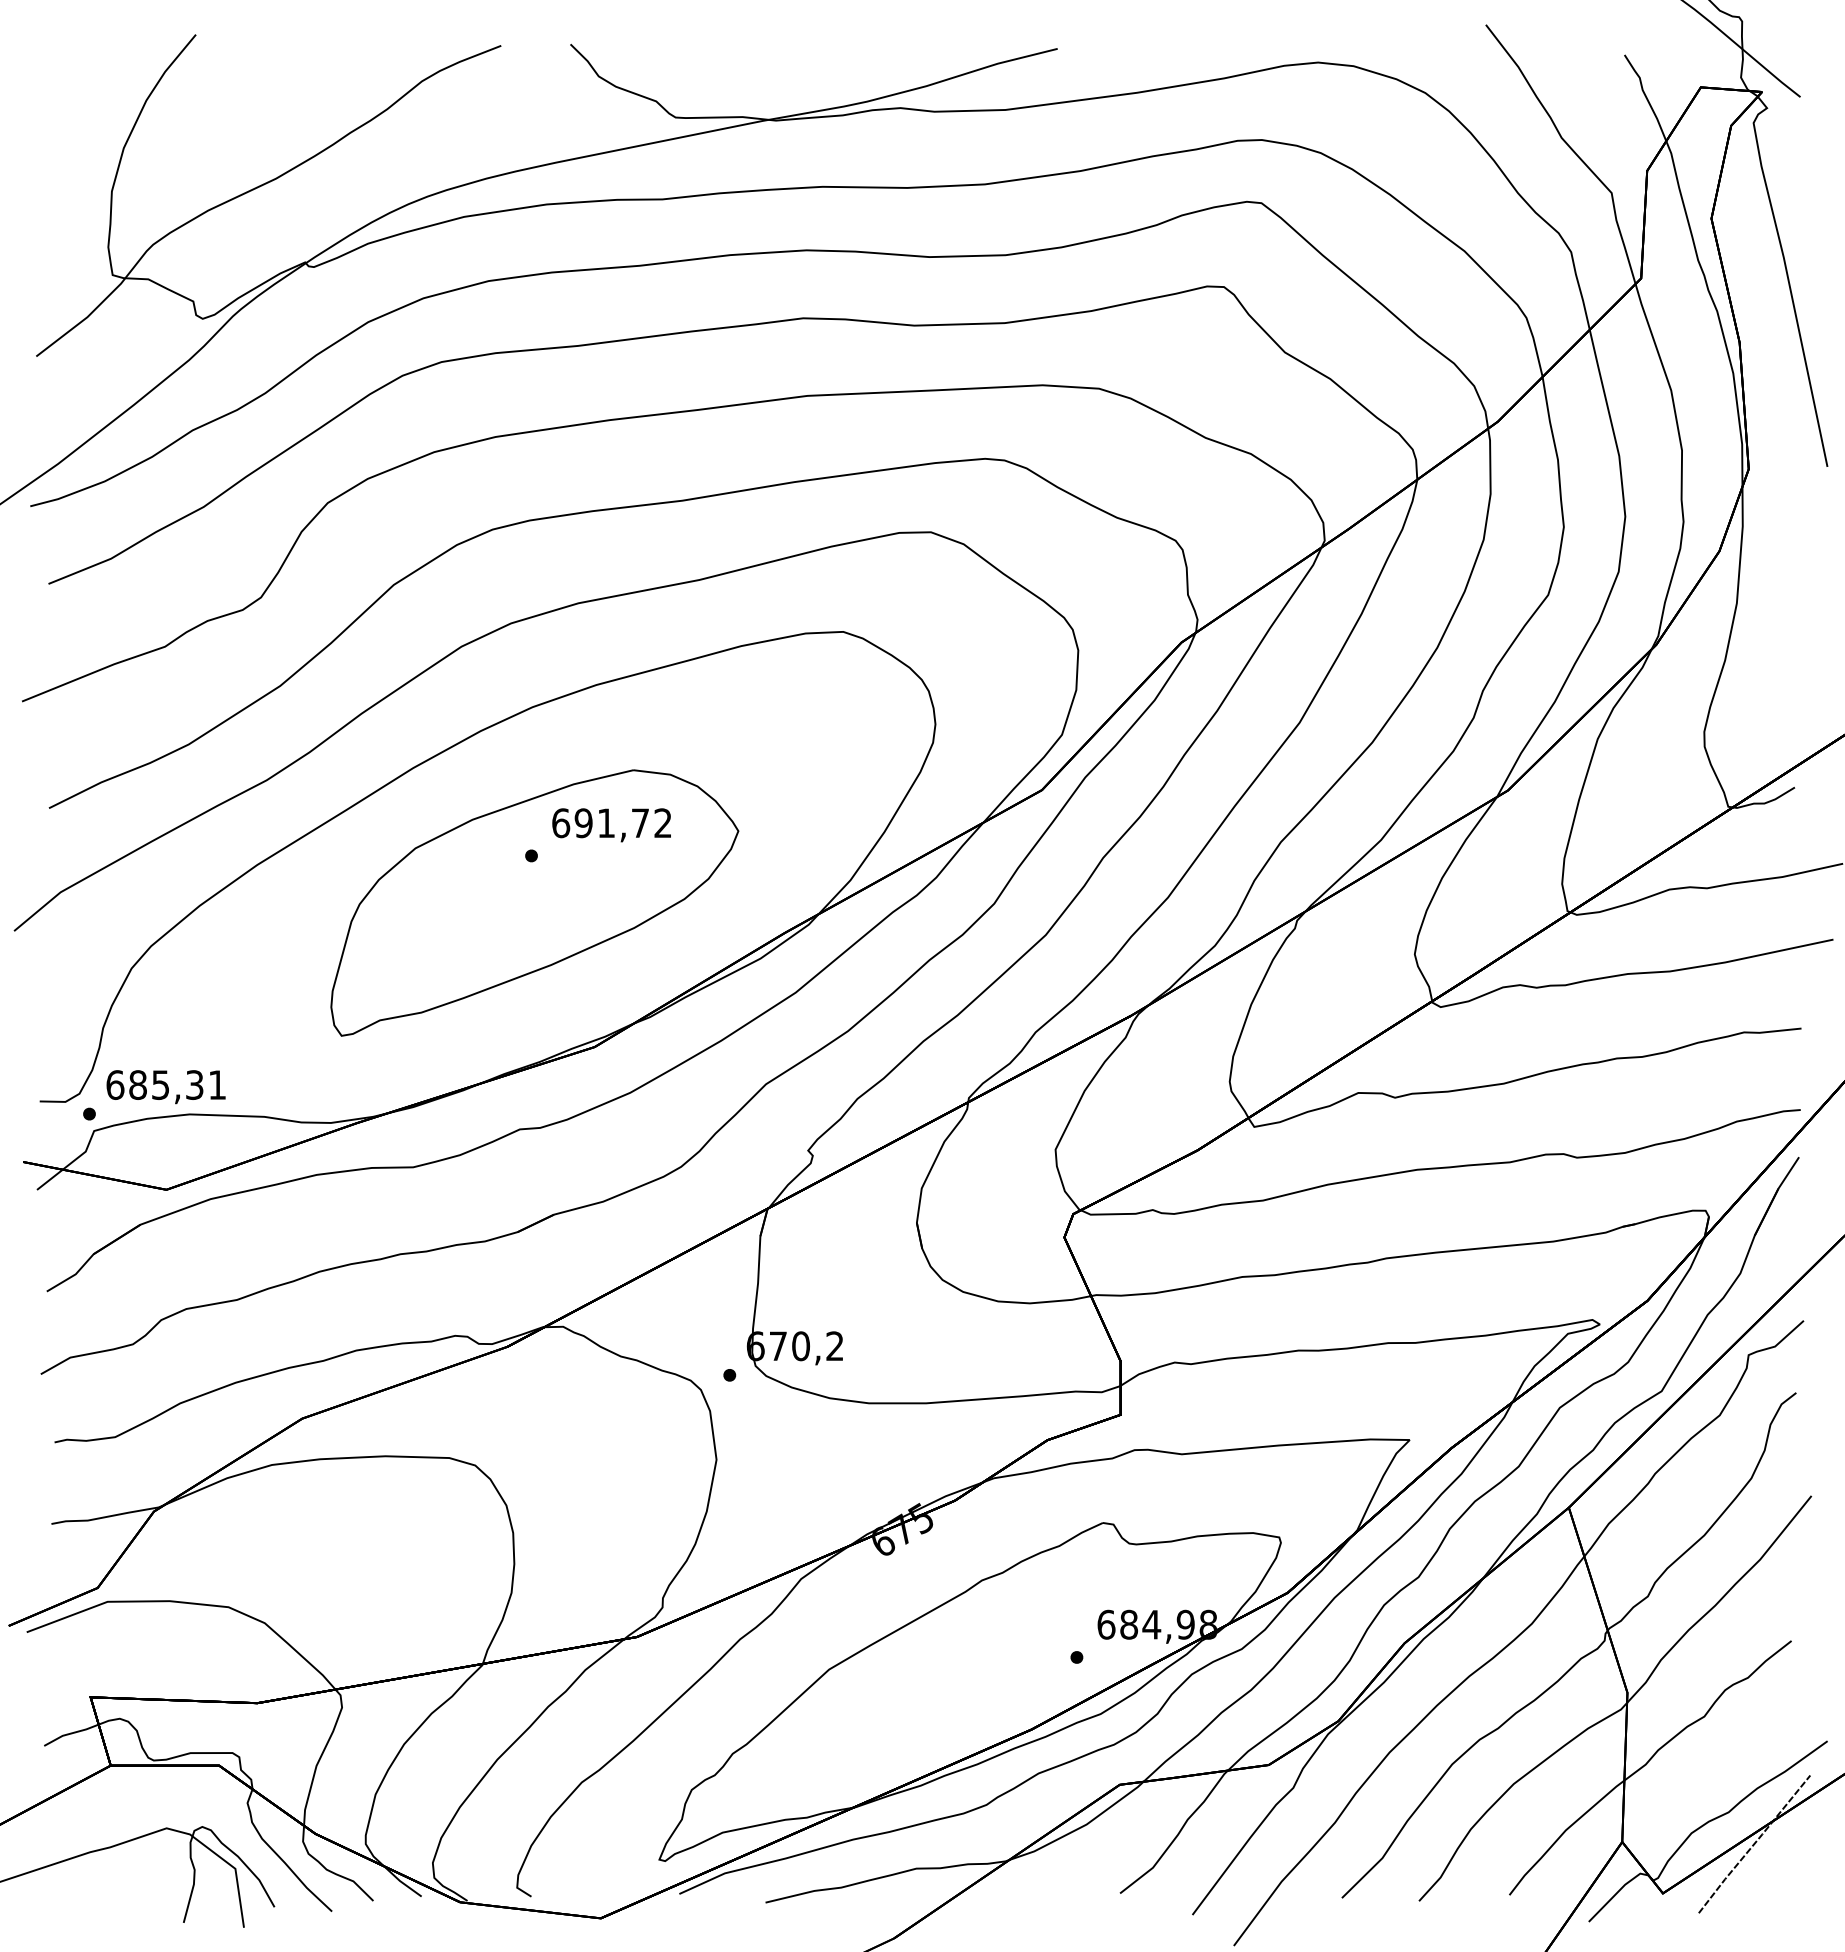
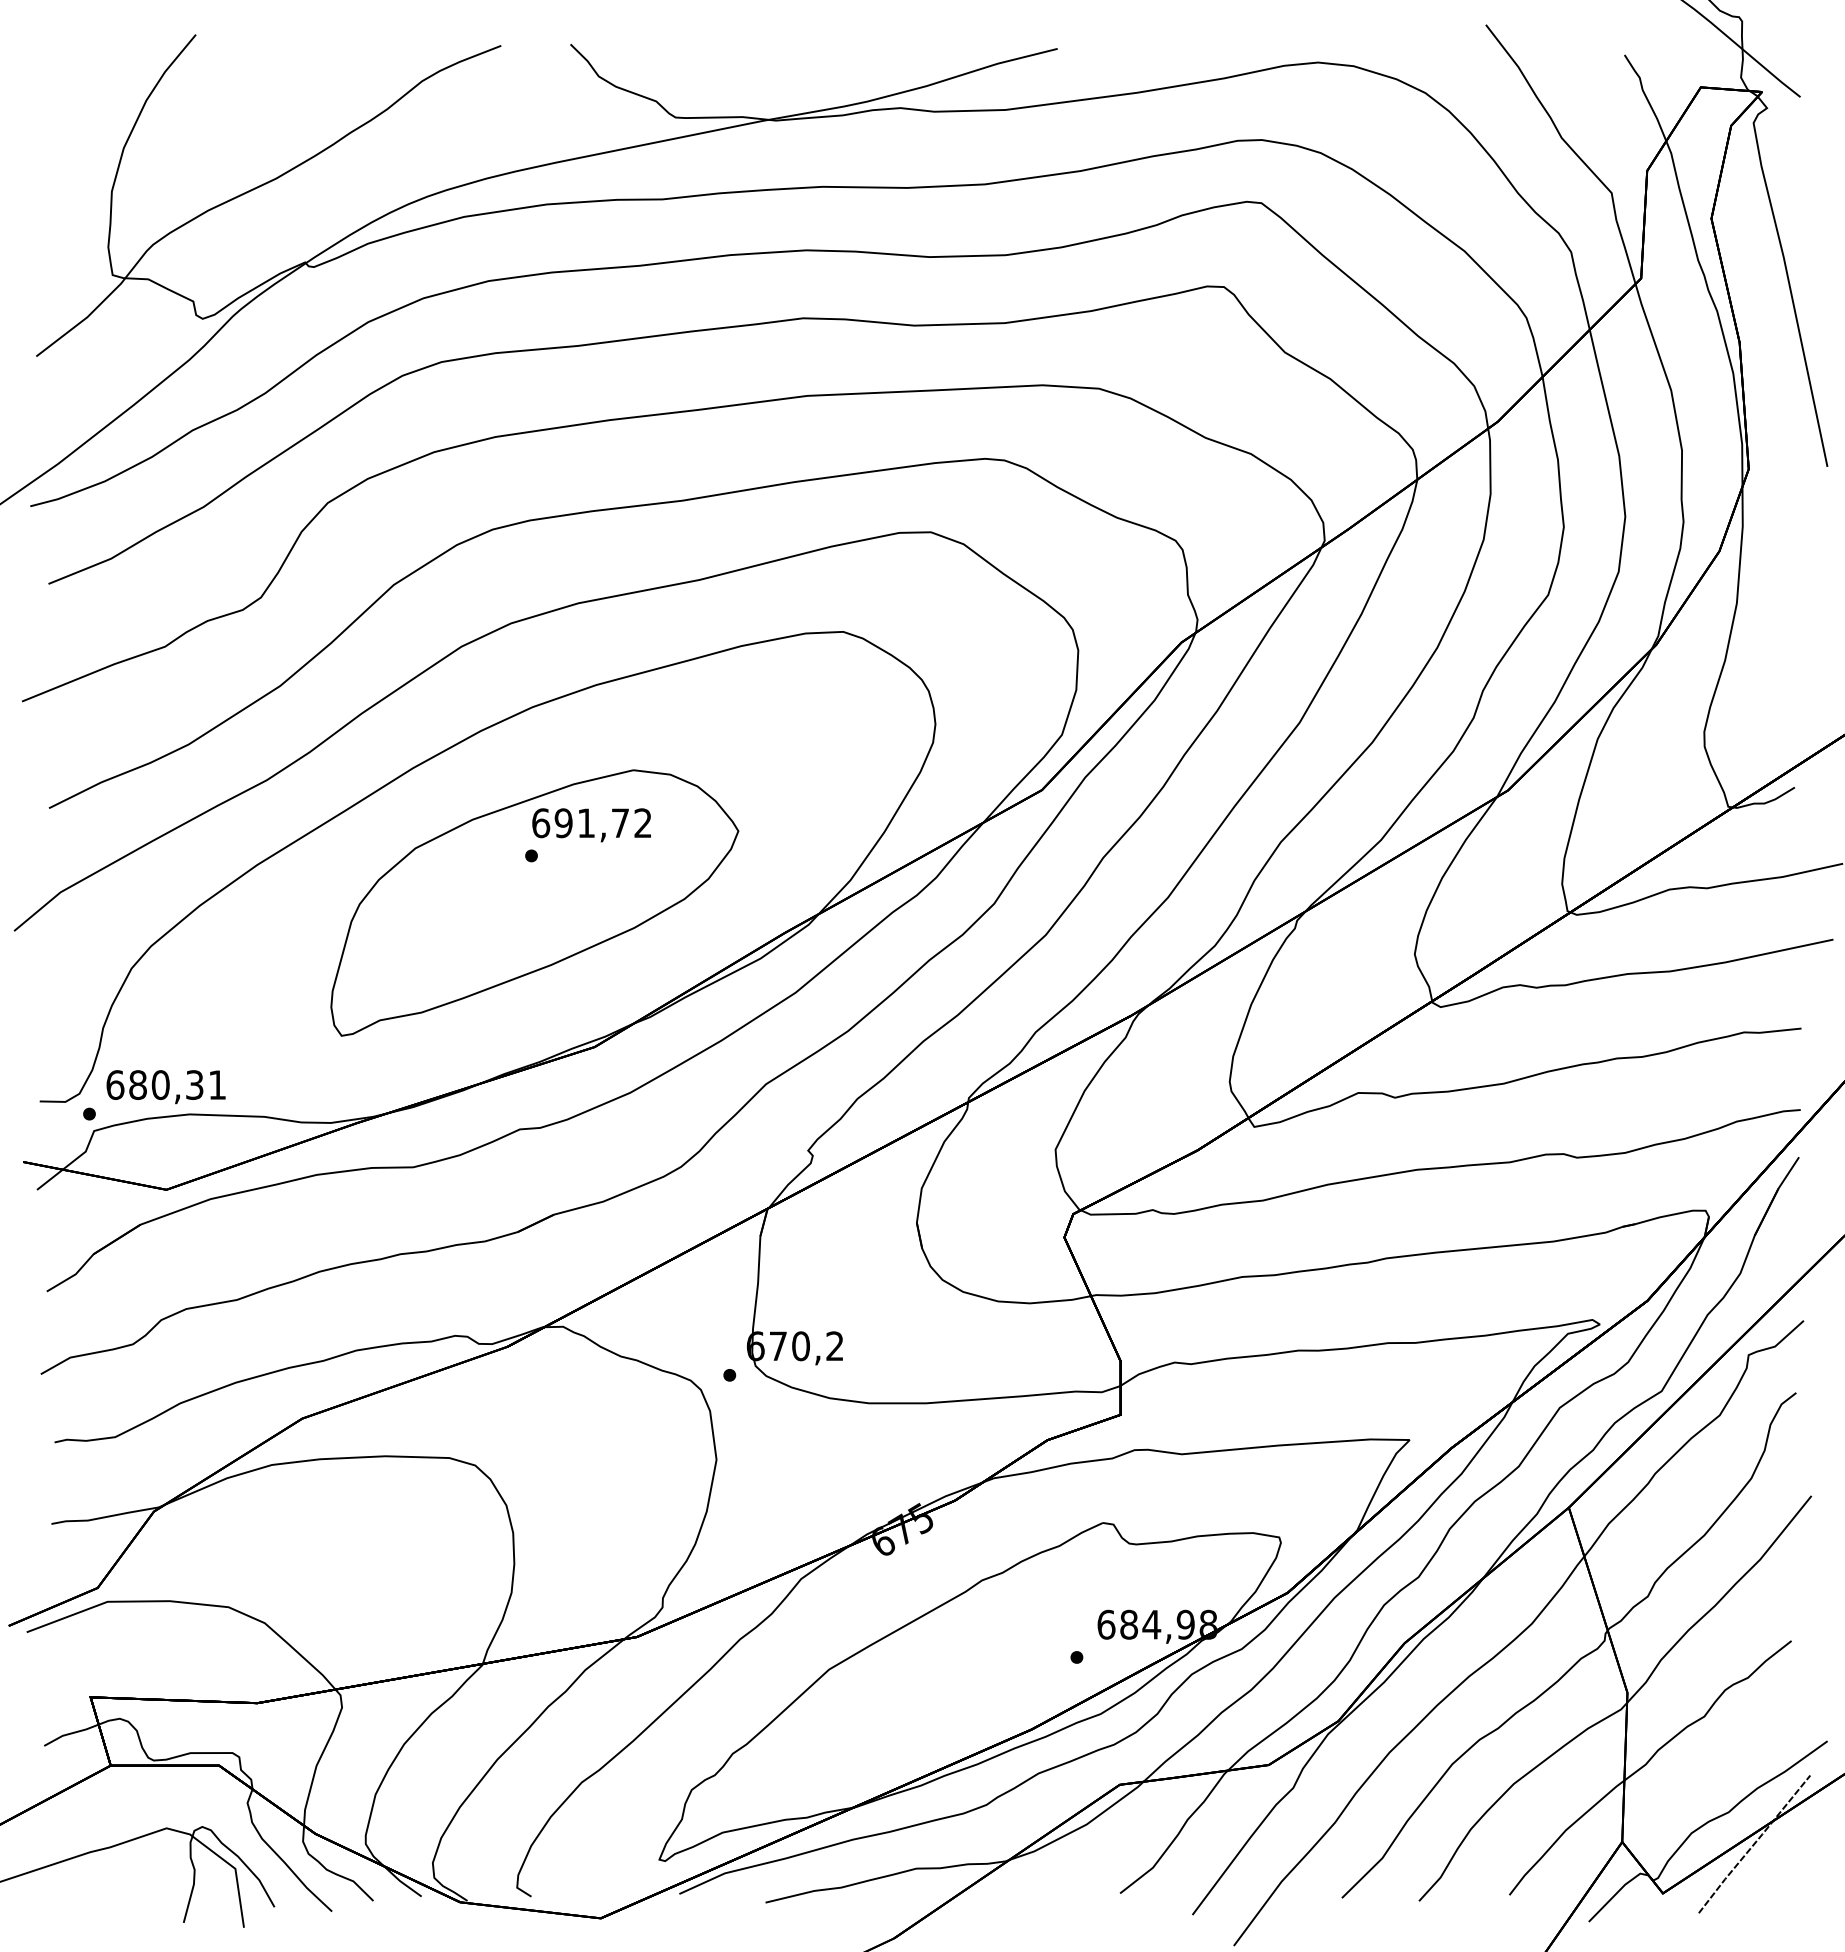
text at (611, 825) position: (611, 825) -> (591, 825)
text at (160, 1084): 685,31 -> 680,31
